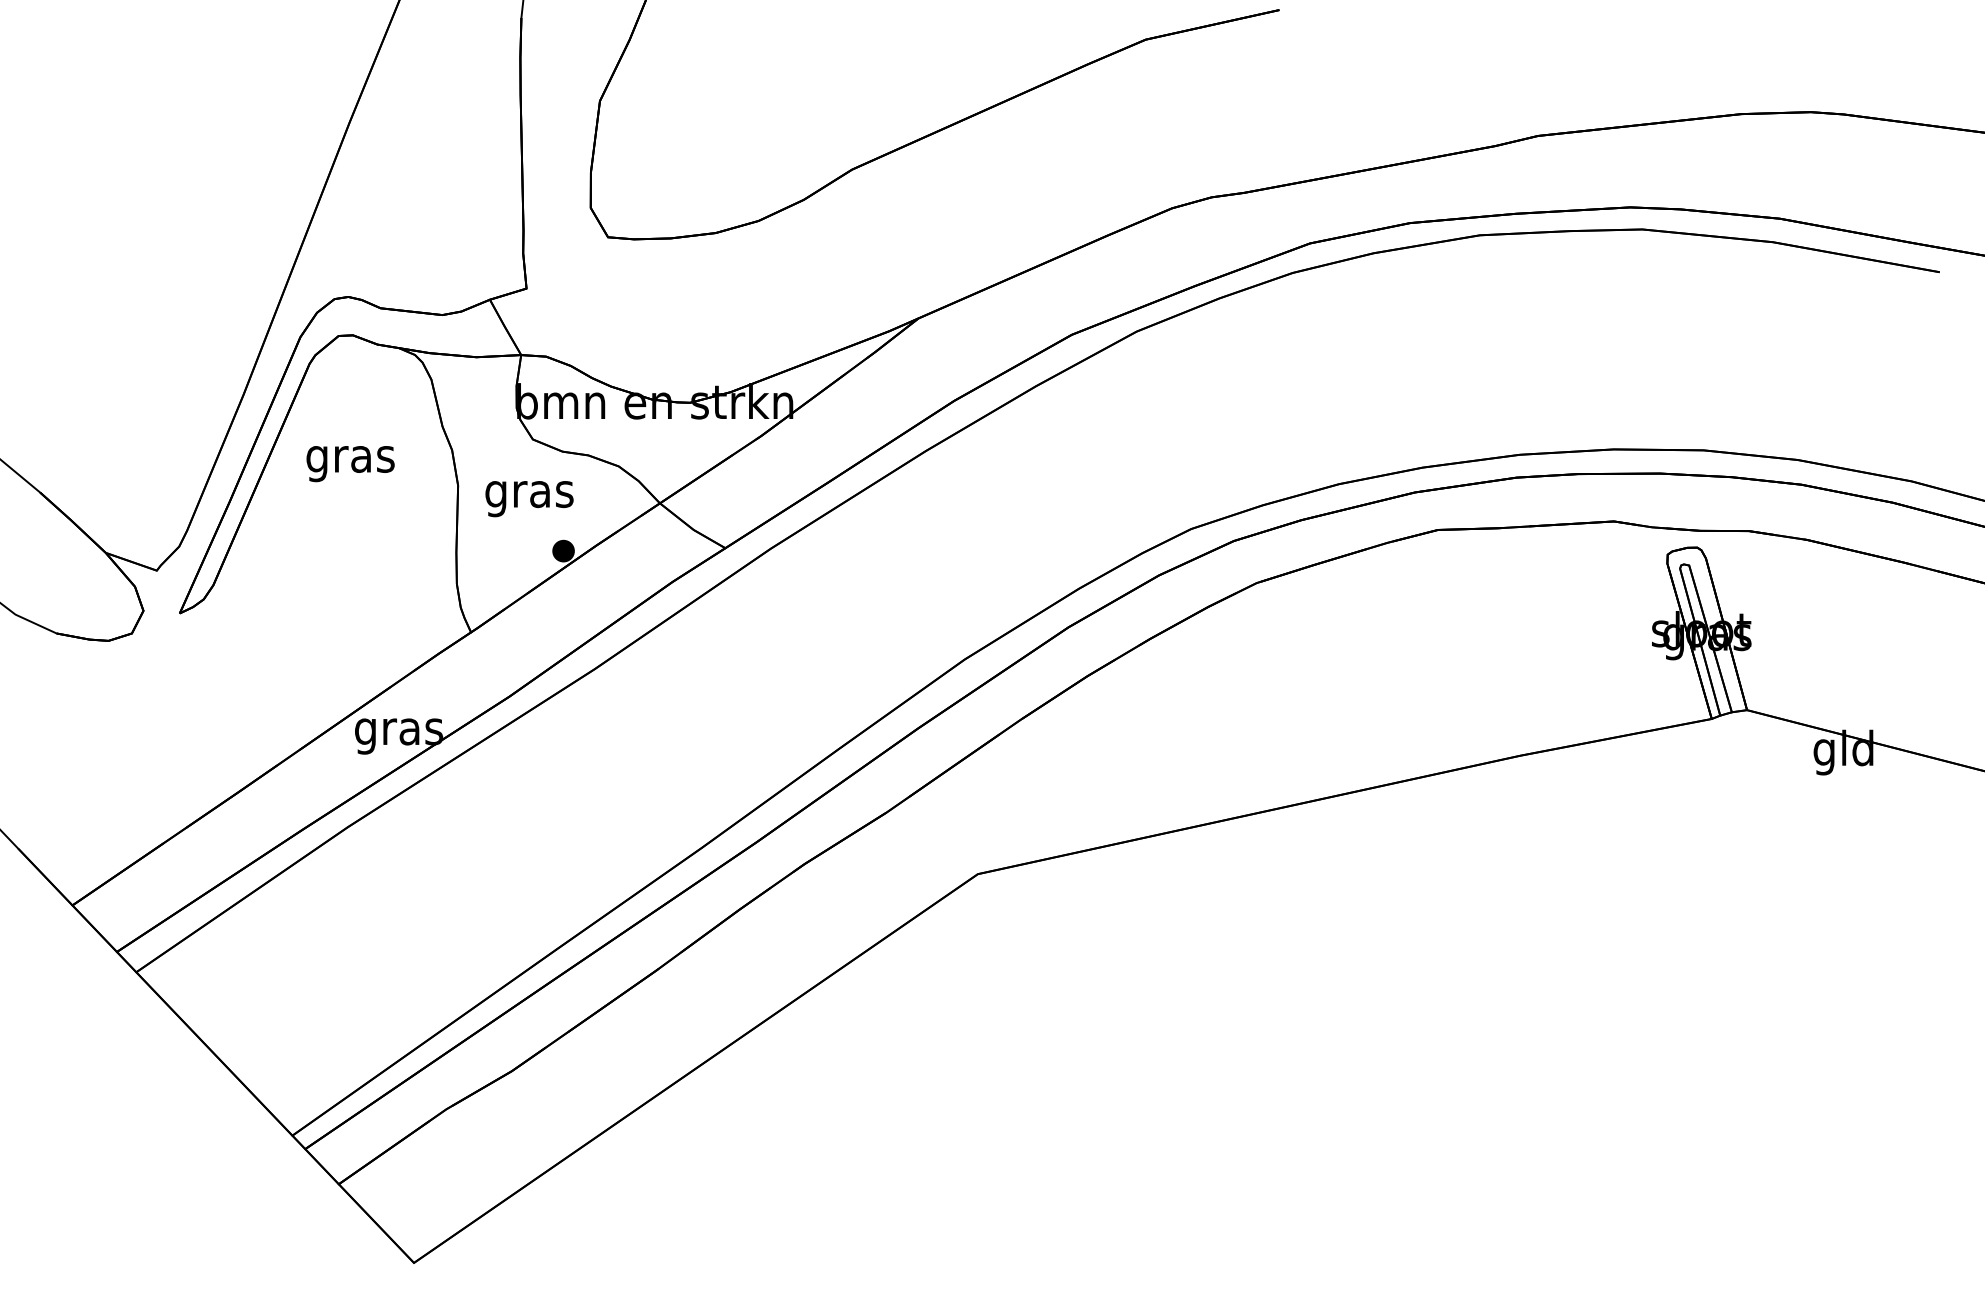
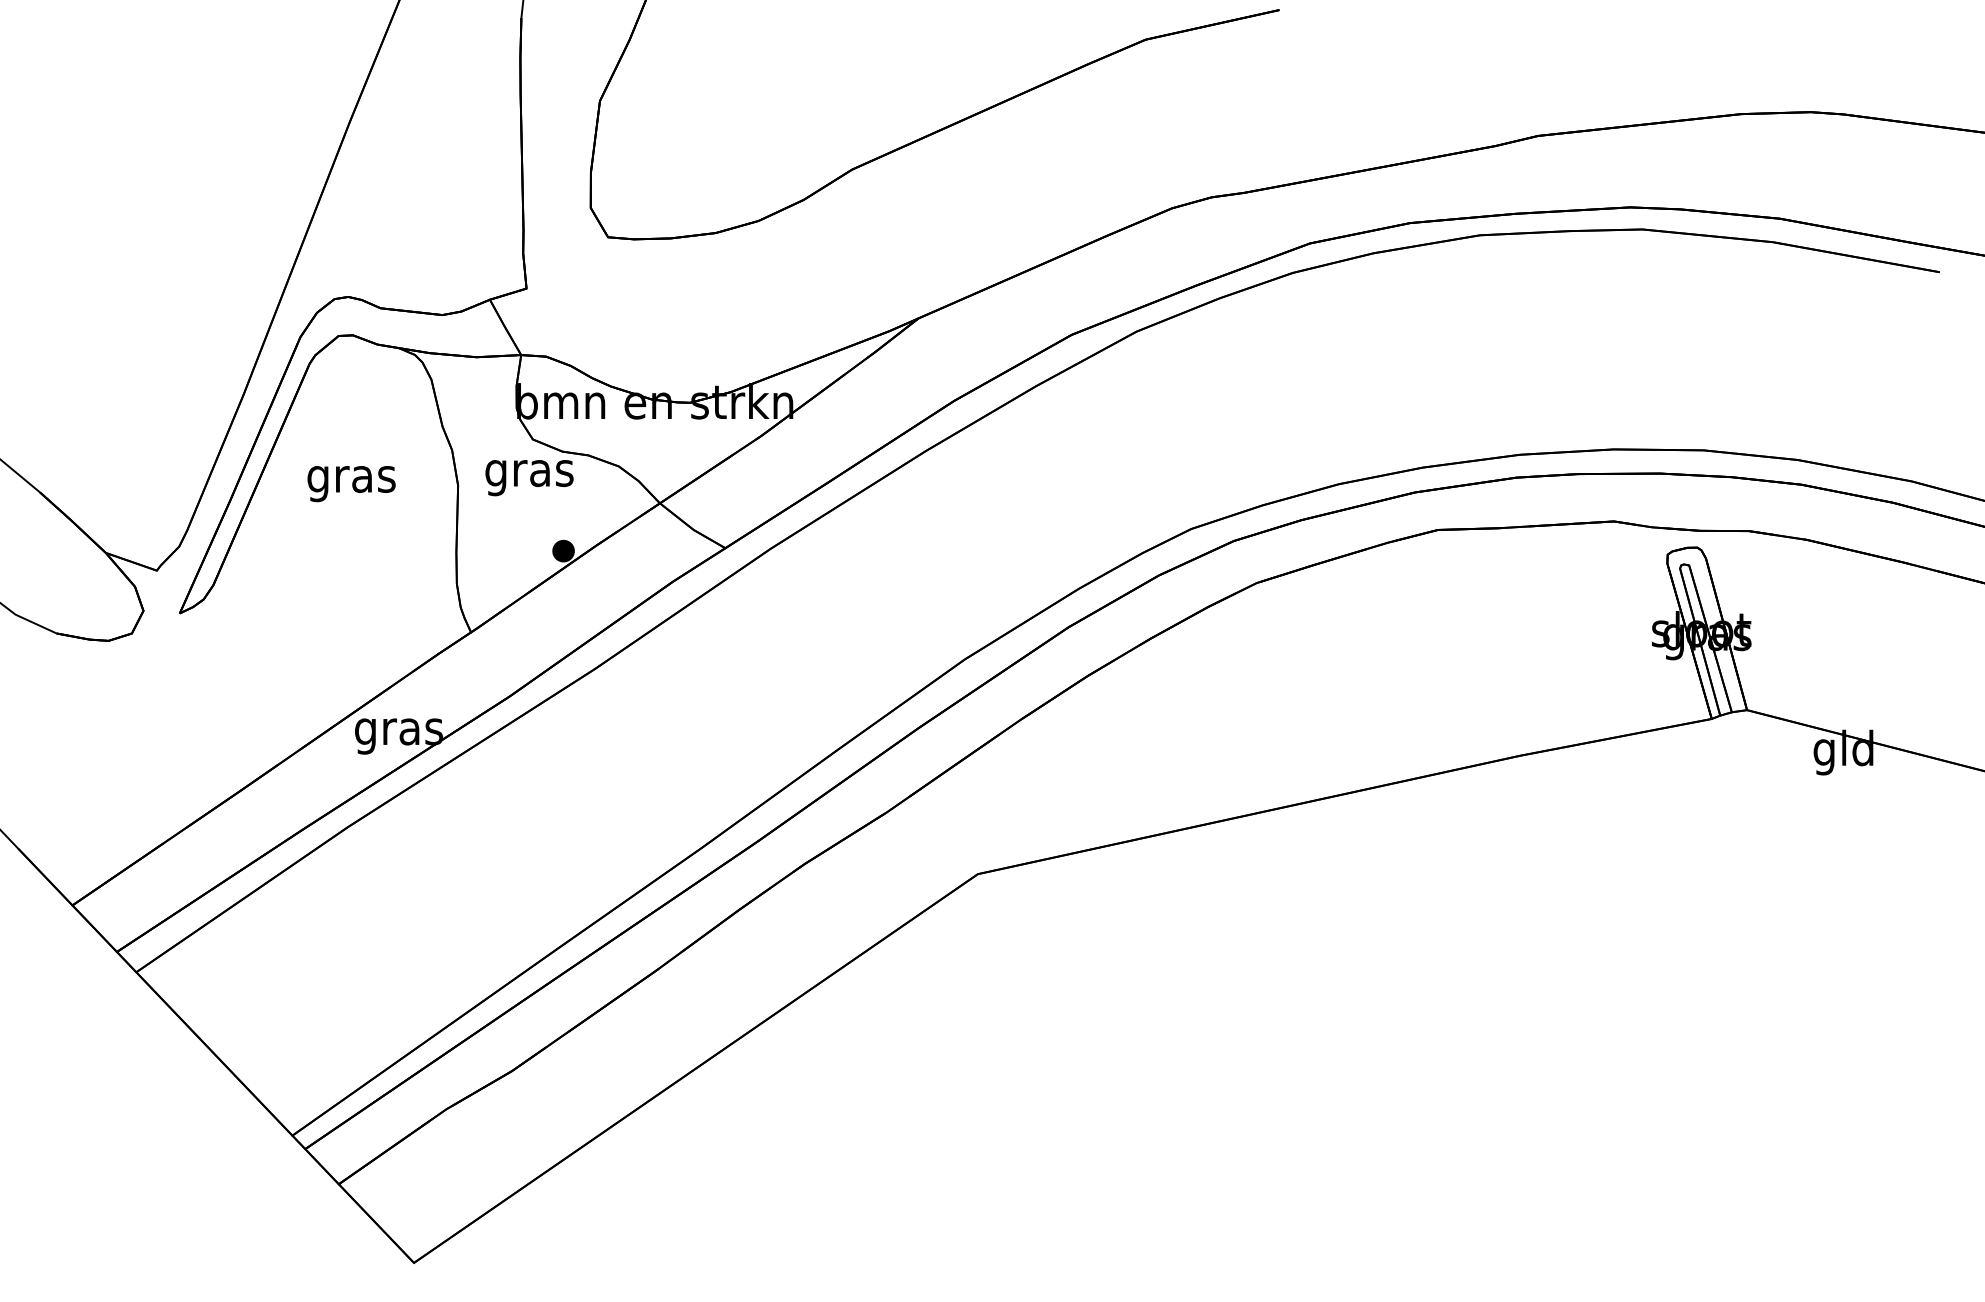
text at (350, 464) position: (350, 464) -> (351, 484)
text at (529, 499) position: (529, 499) -> (529, 478)
